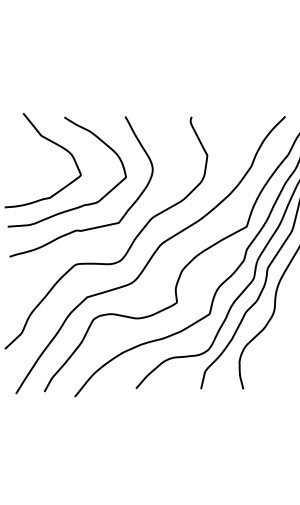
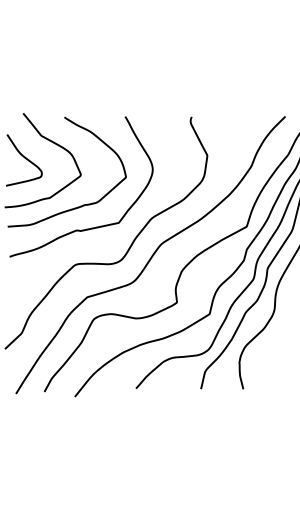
curve at (25, 159): none -> present
